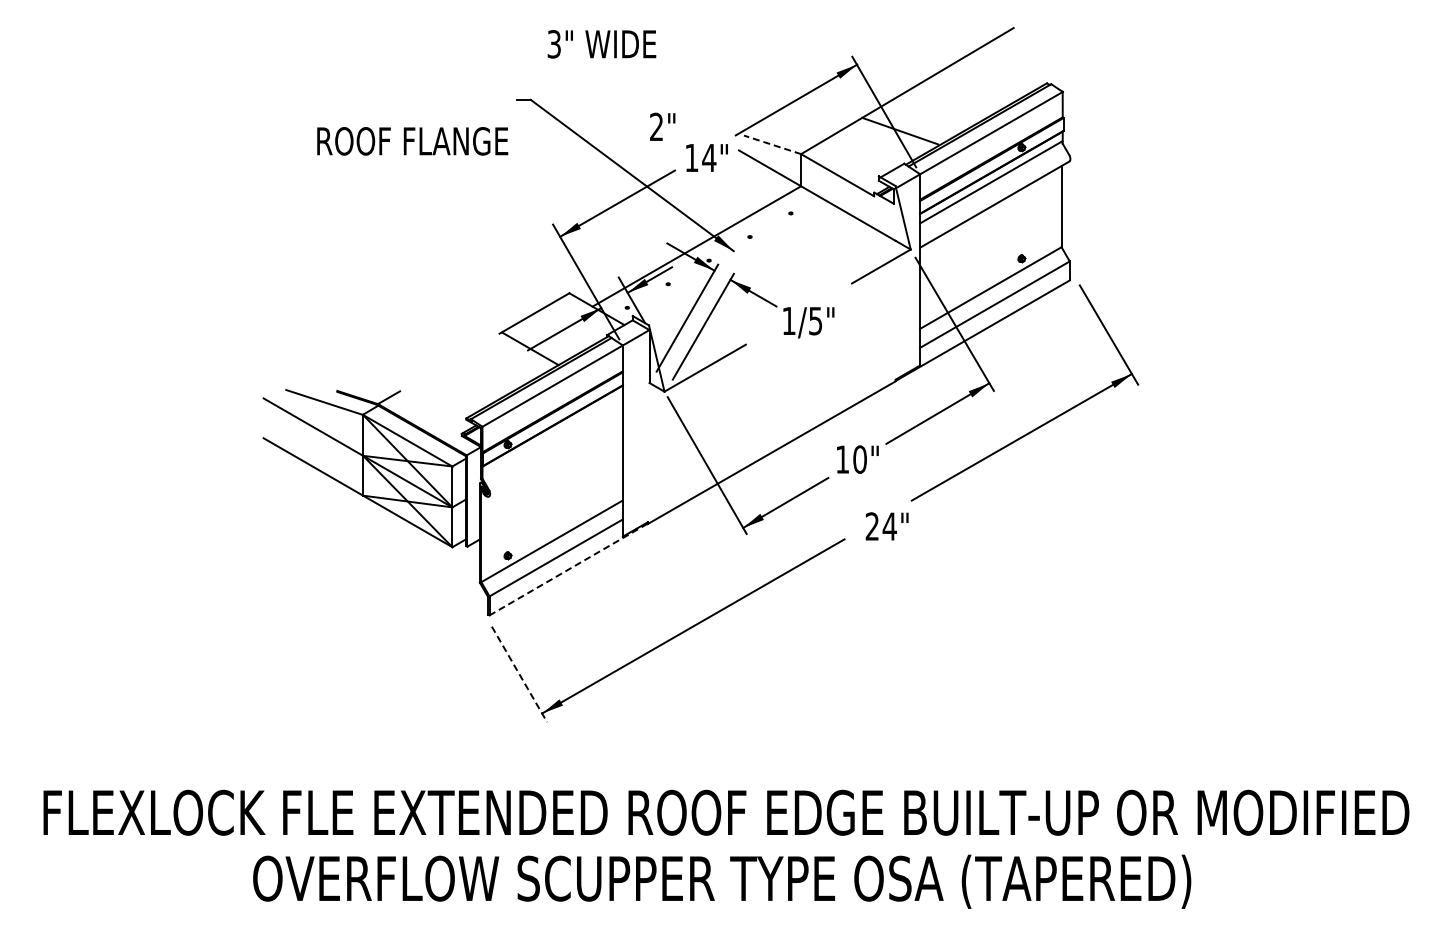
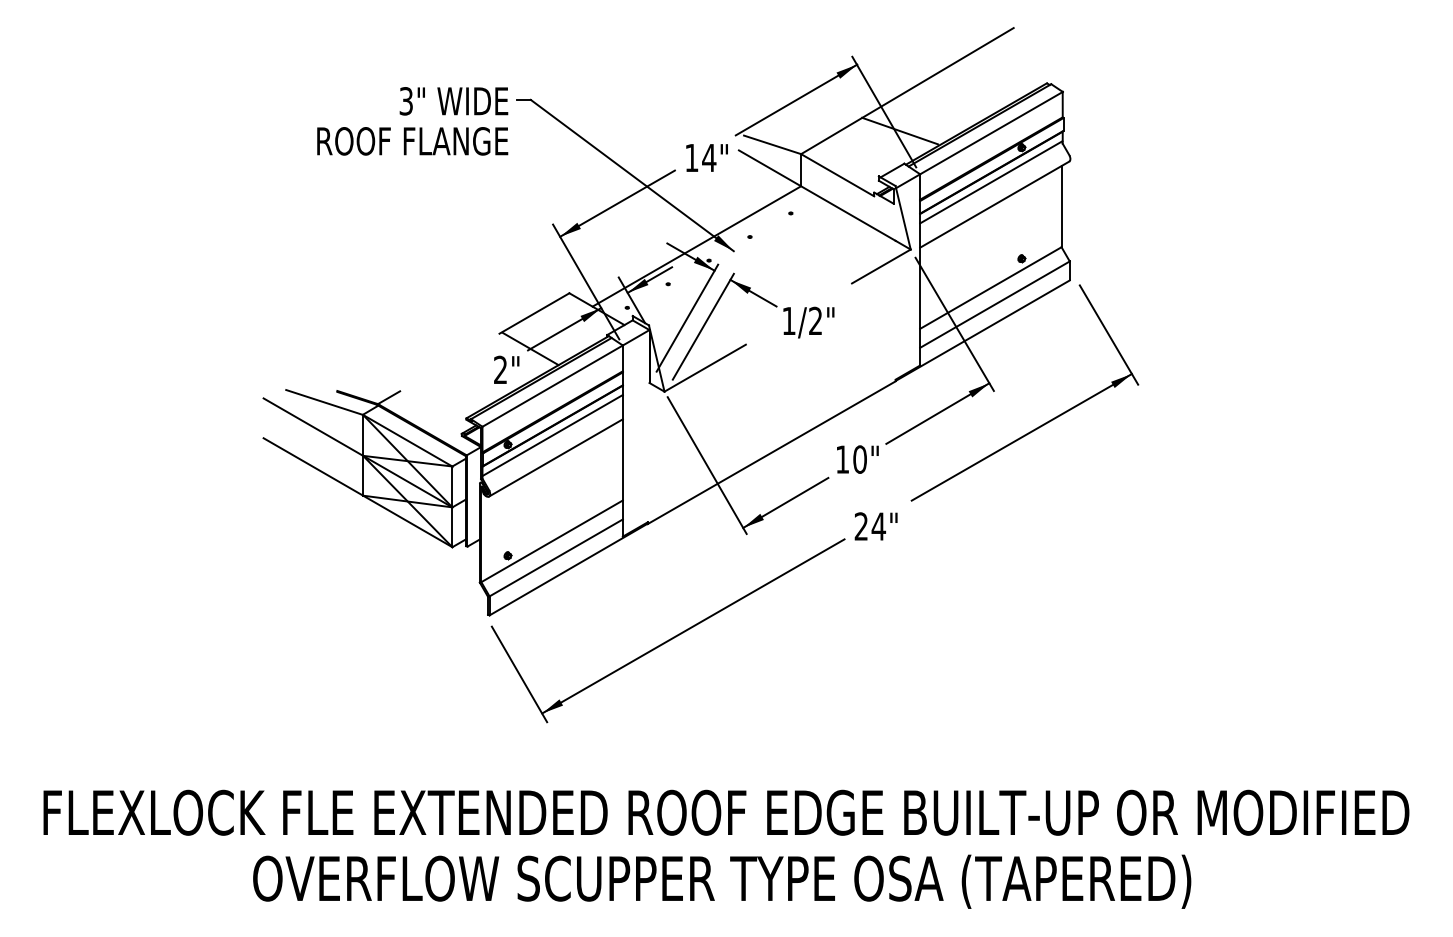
text at (601, 44) position: (601, 44) -> (453, 101)
text at (662, 126) position: (662, 126) -> (506, 369)
line at (772, 144): dashed -> solid
text at (815, 320): 1/5" -> 1/2"
line at (552, 435): none -> present
line at (555, 457): none -> present
text at (886, 526) position: (886, 526) -> (875, 526)
line at (568, 569): dashed -> solid
line at (519, 674): dashed -> solid
